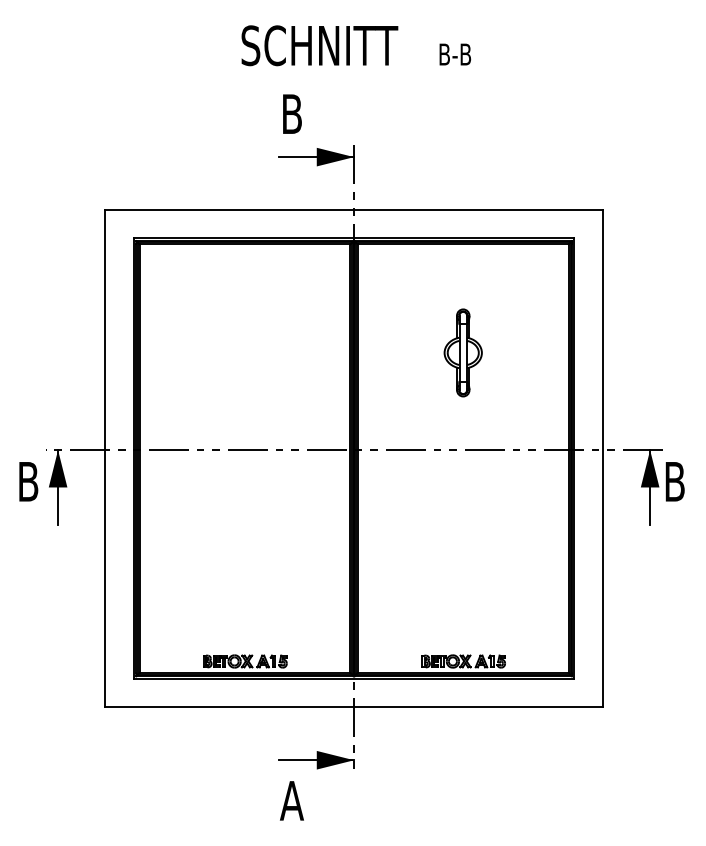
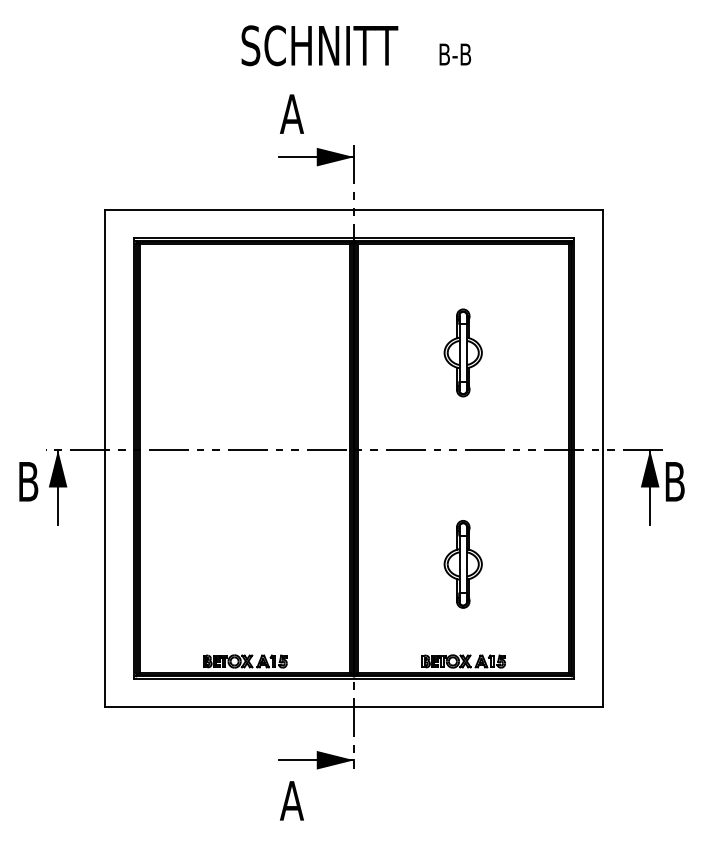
text at (291, 113): B -> A
part at (462, 564): none -> present
